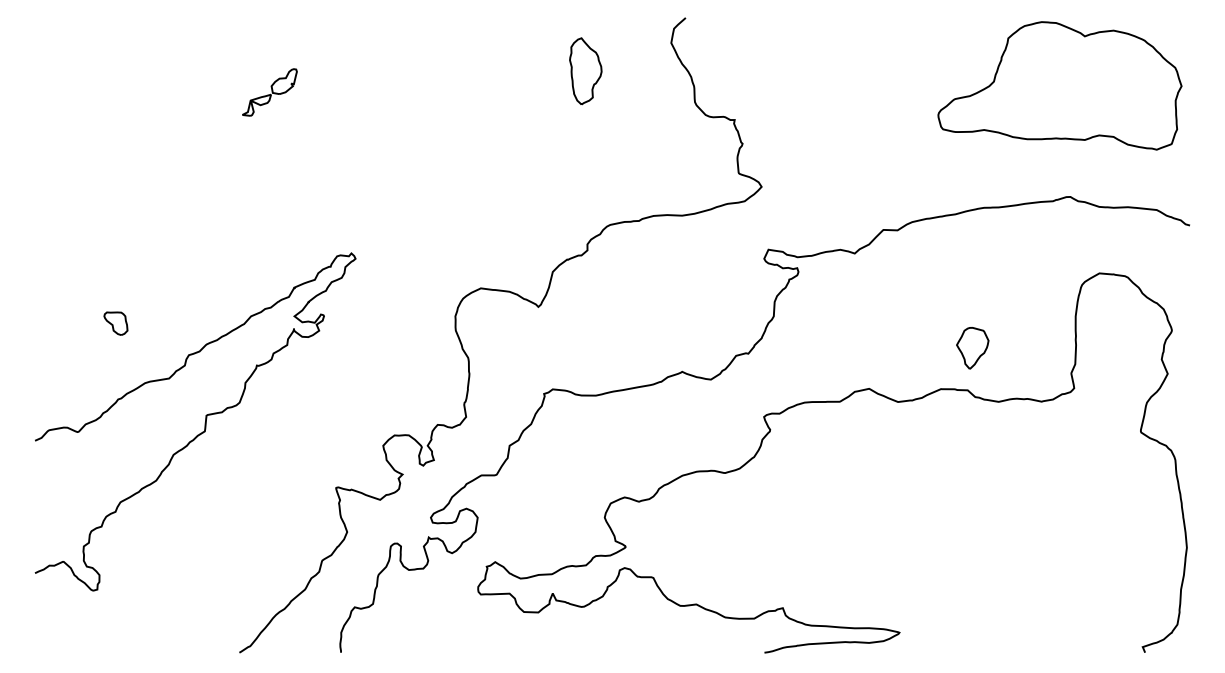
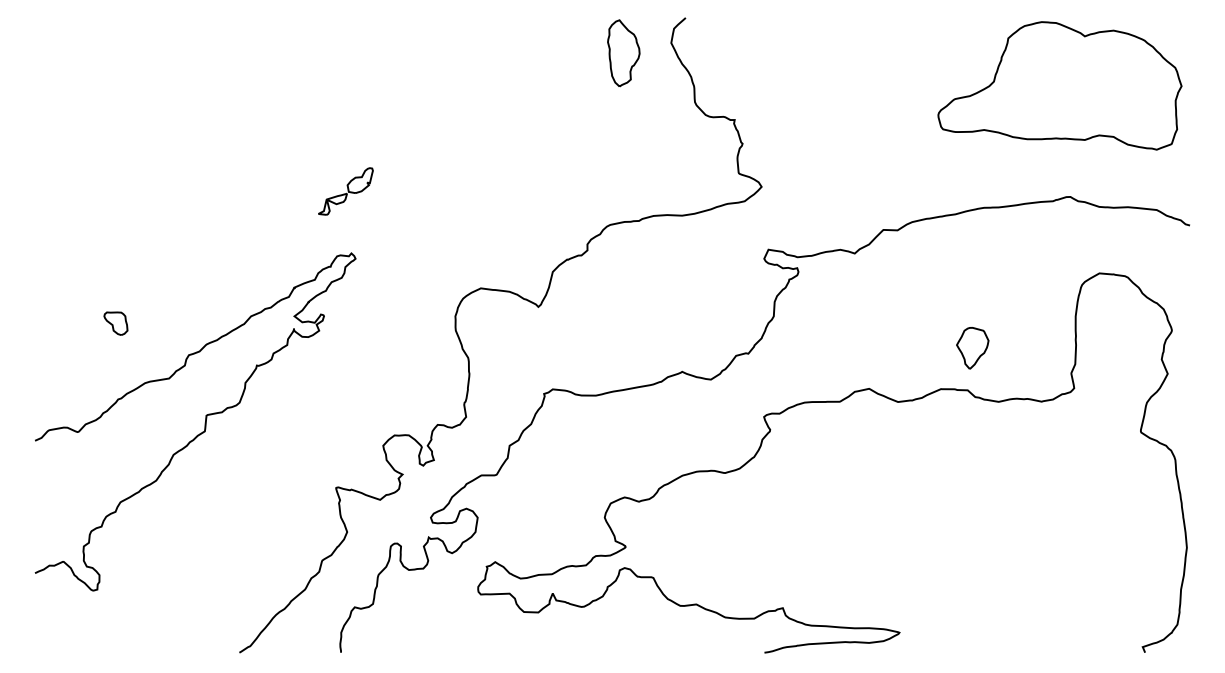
part at (585, 71) position: (585, 71) -> (623, 53)
part at (269, 92) position: (269, 92) -> (345, 191)
